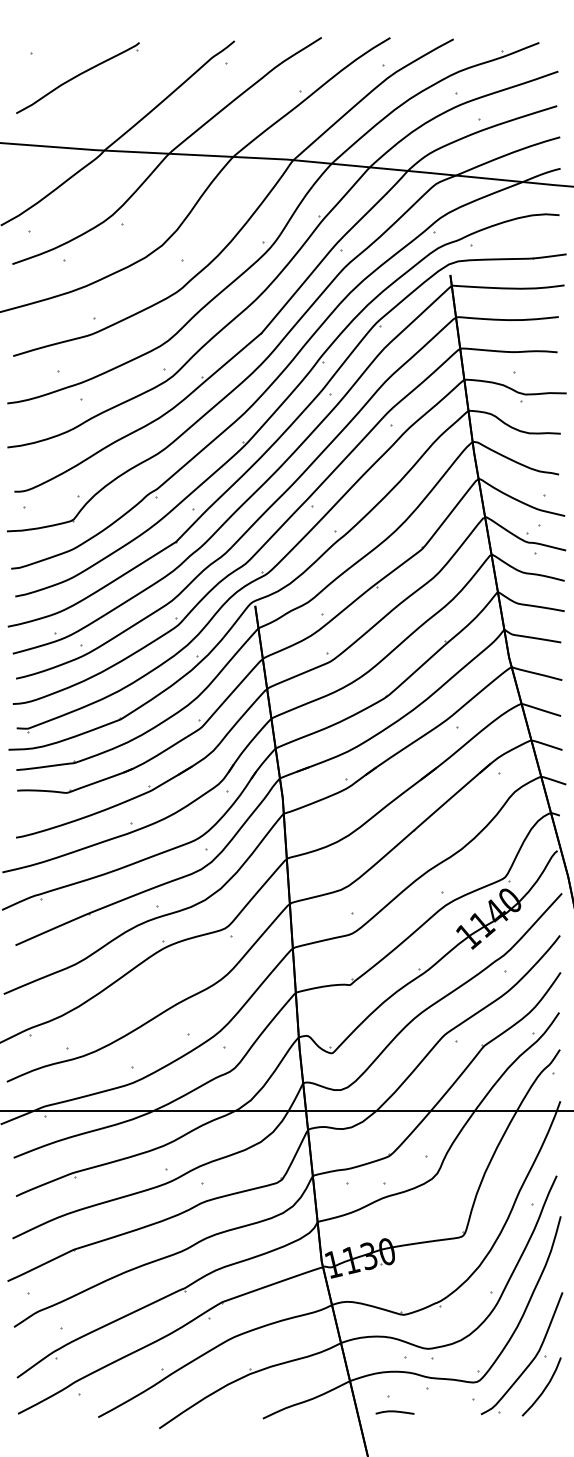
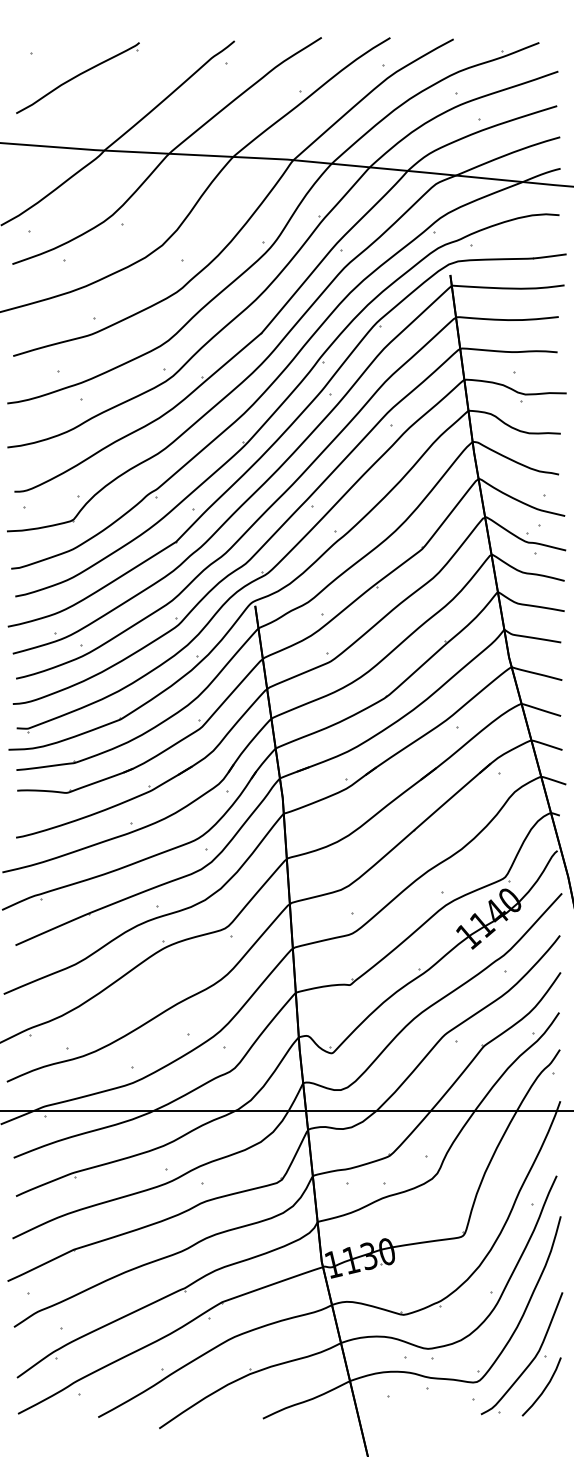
curve at (394, 1412): present -> none
